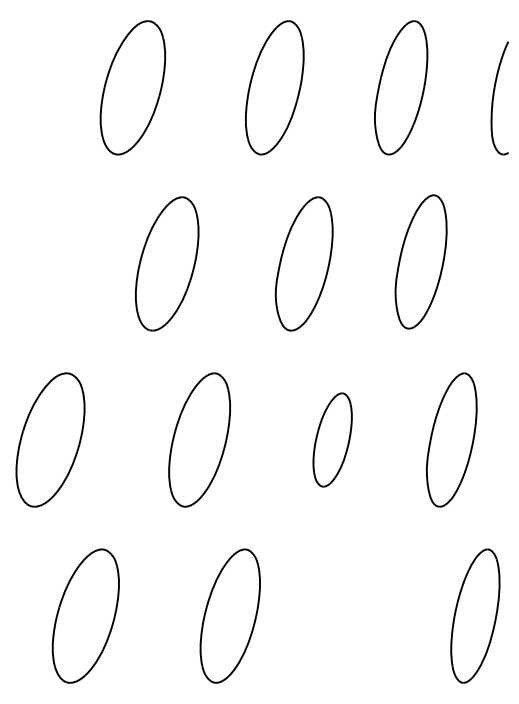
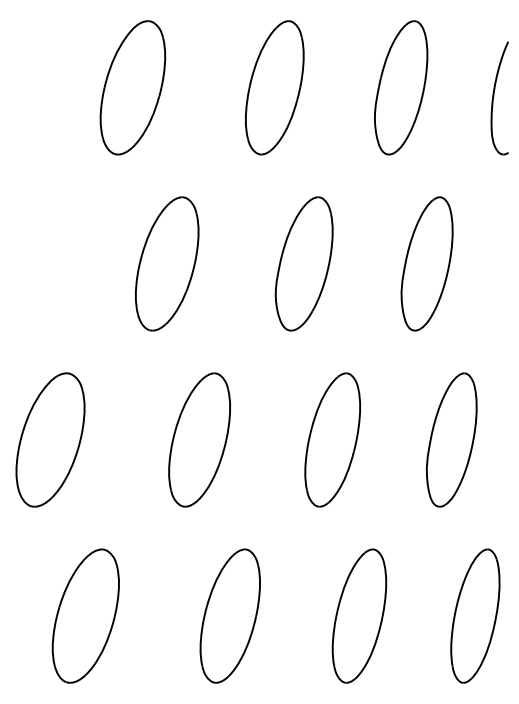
part at (420, 261) position: (420, 261) -> (426, 263)
part at (332, 439) size: 41x96 px -> 57x136 px
part at (359, 615): none -> present
